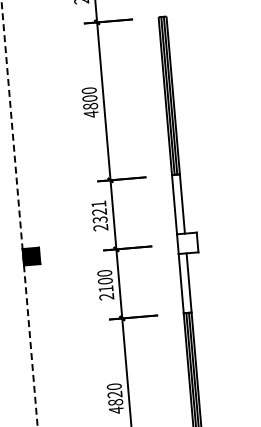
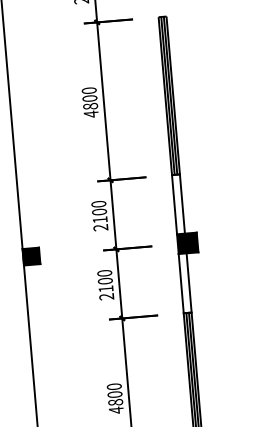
text at (99, 211): 2321 -> 2100
line at (19, 213): dashed -> solid
fill at (187, 243): none -> present
text at (114, 394): 4820 -> 4800
